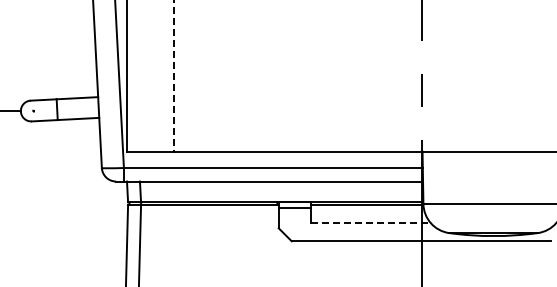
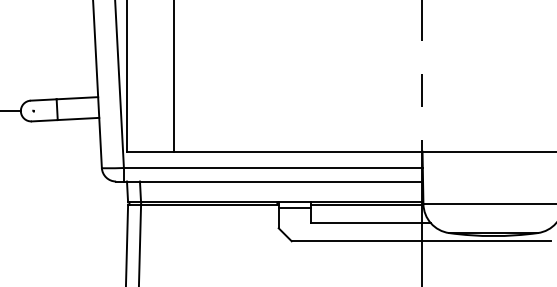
line at (173, 75): dashed -> solid
line at (370, 223): dashed -> solid
